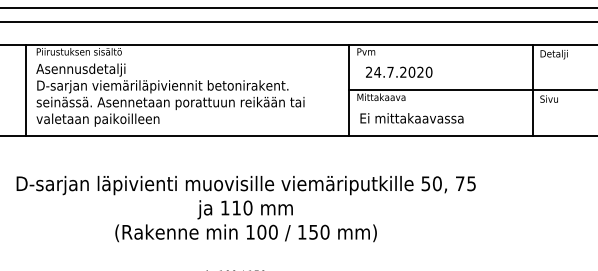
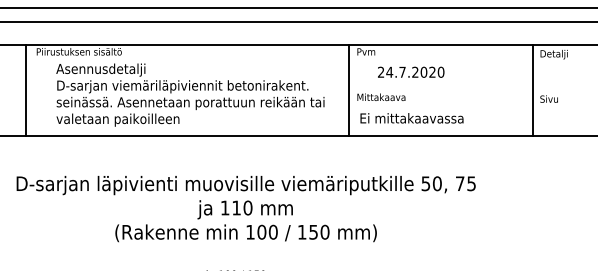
text at (399, 71) position: (399, 71) -> (411, 71)
line at (471, 90): present -> none
text at (170, 94) position: (170, 94) -> (190, 94)
